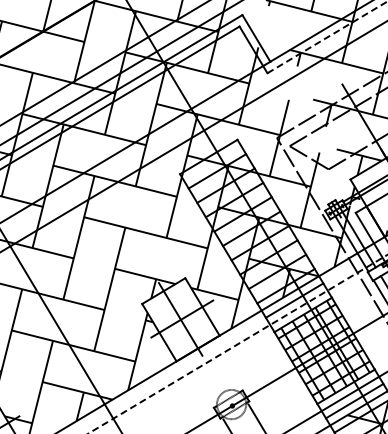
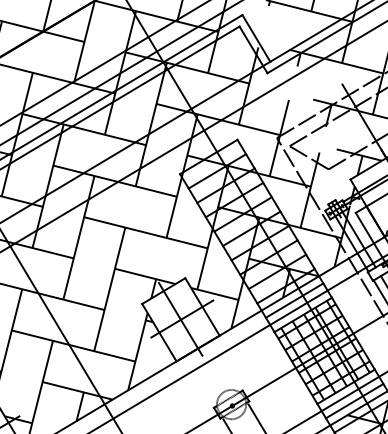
line at (327, 37): dashed -> solid
line at (238, 344): dashed -> solid
